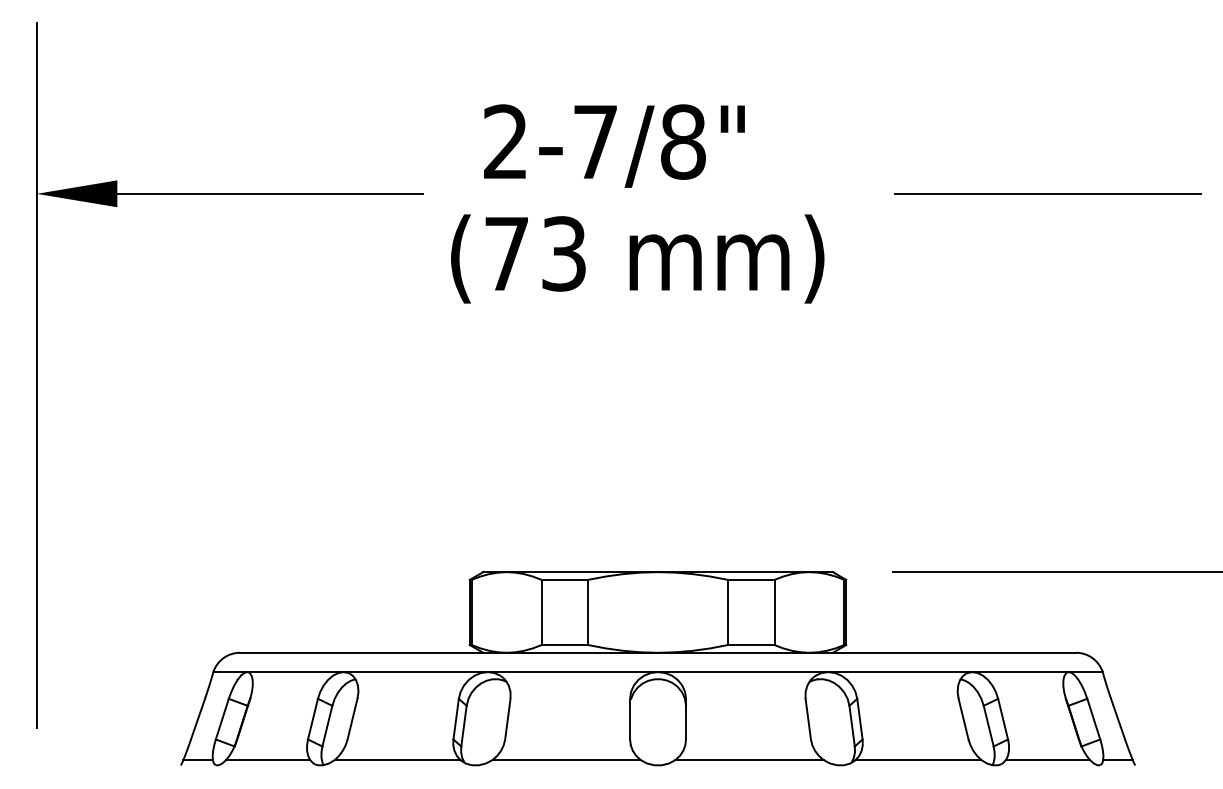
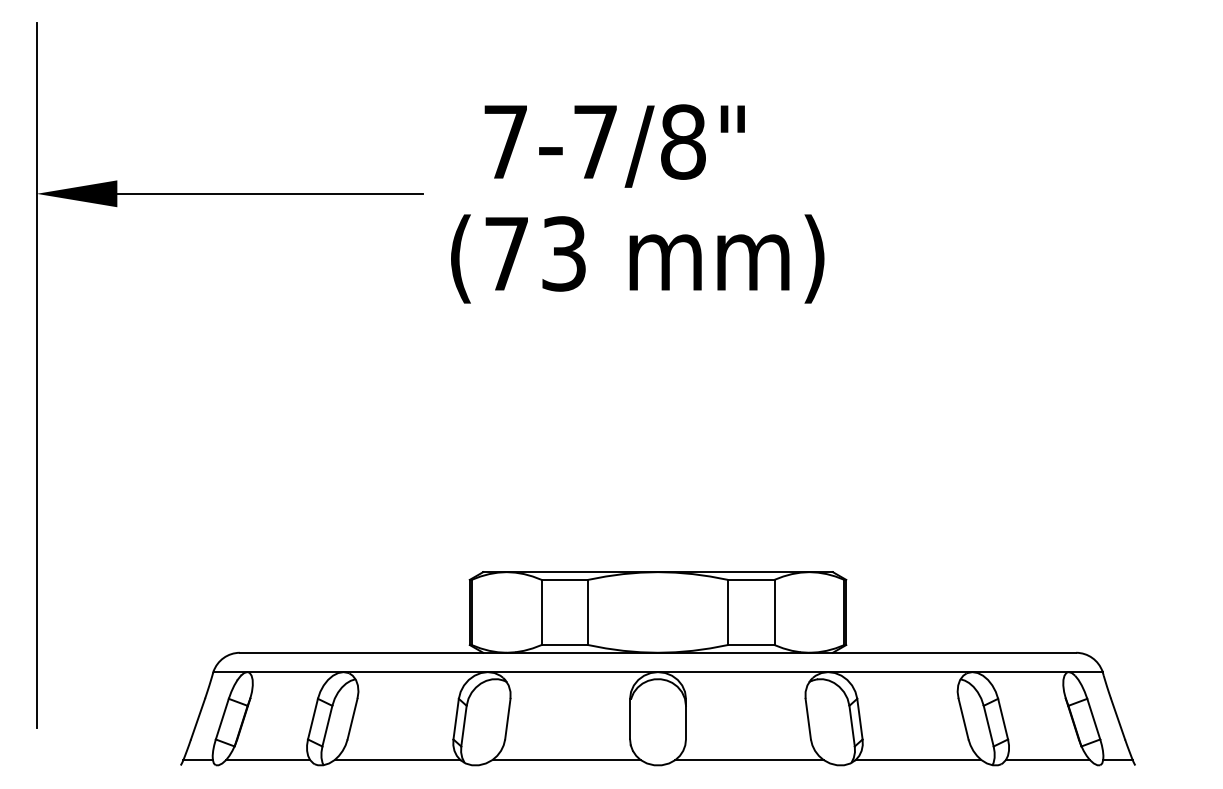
text at (505, 141): 2-7/8" -> 7-7/8"
line at (1048, 193): present -> none
line at (1056, 572): present -> none
